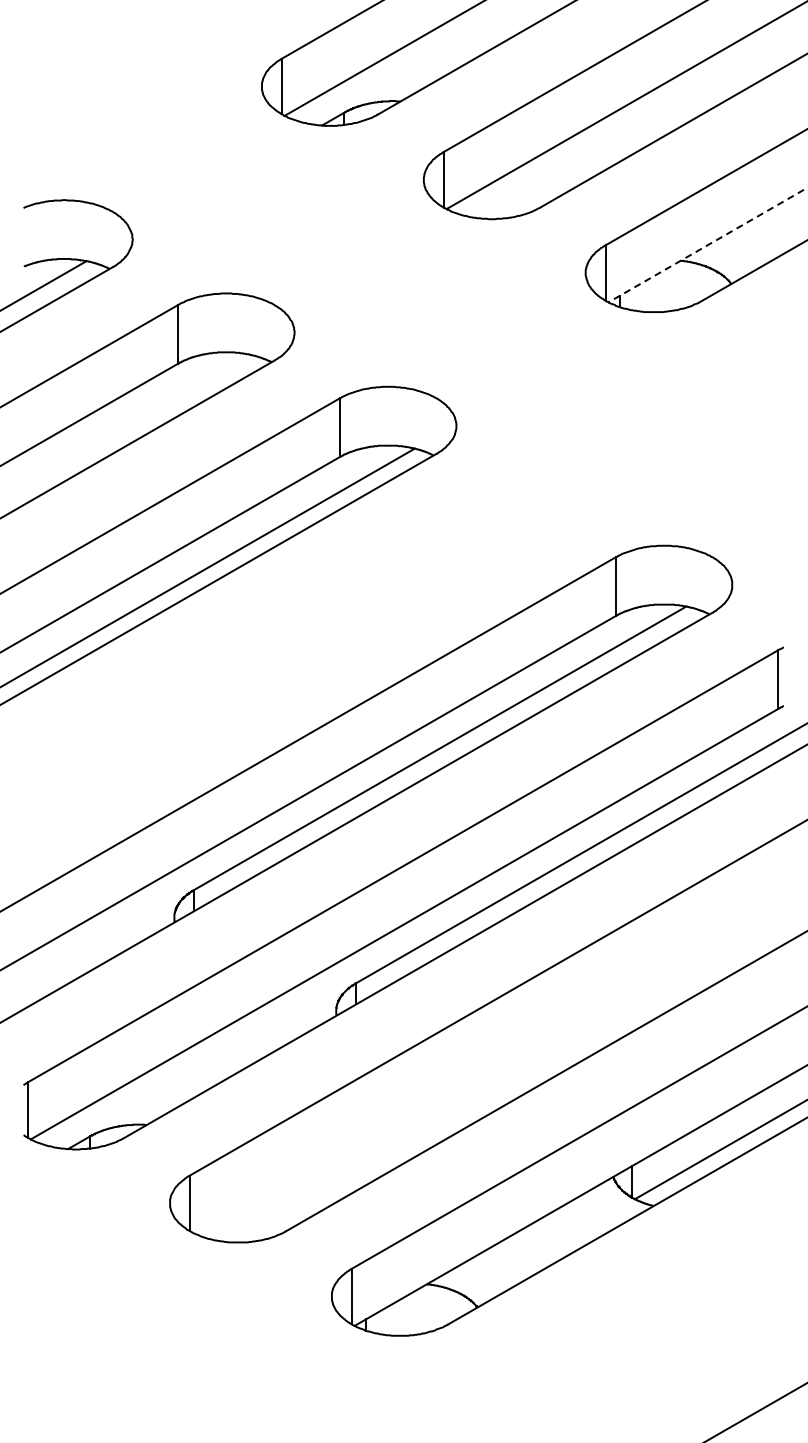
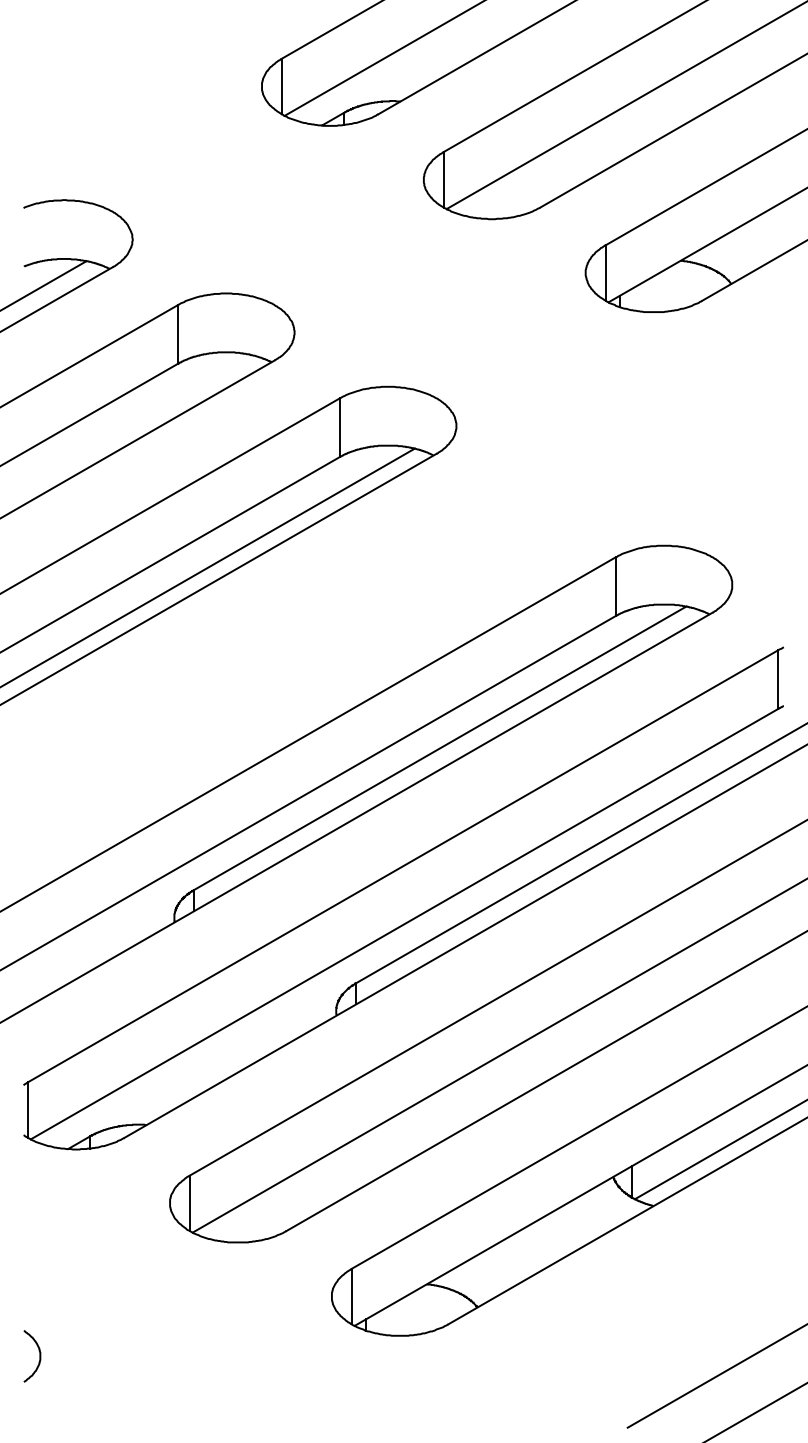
line at (708, 245): dashed -> solid
line at (498, 1056): none -> present
curve at (39, 1356): none -> present
line at (715, 1376): none -> present
